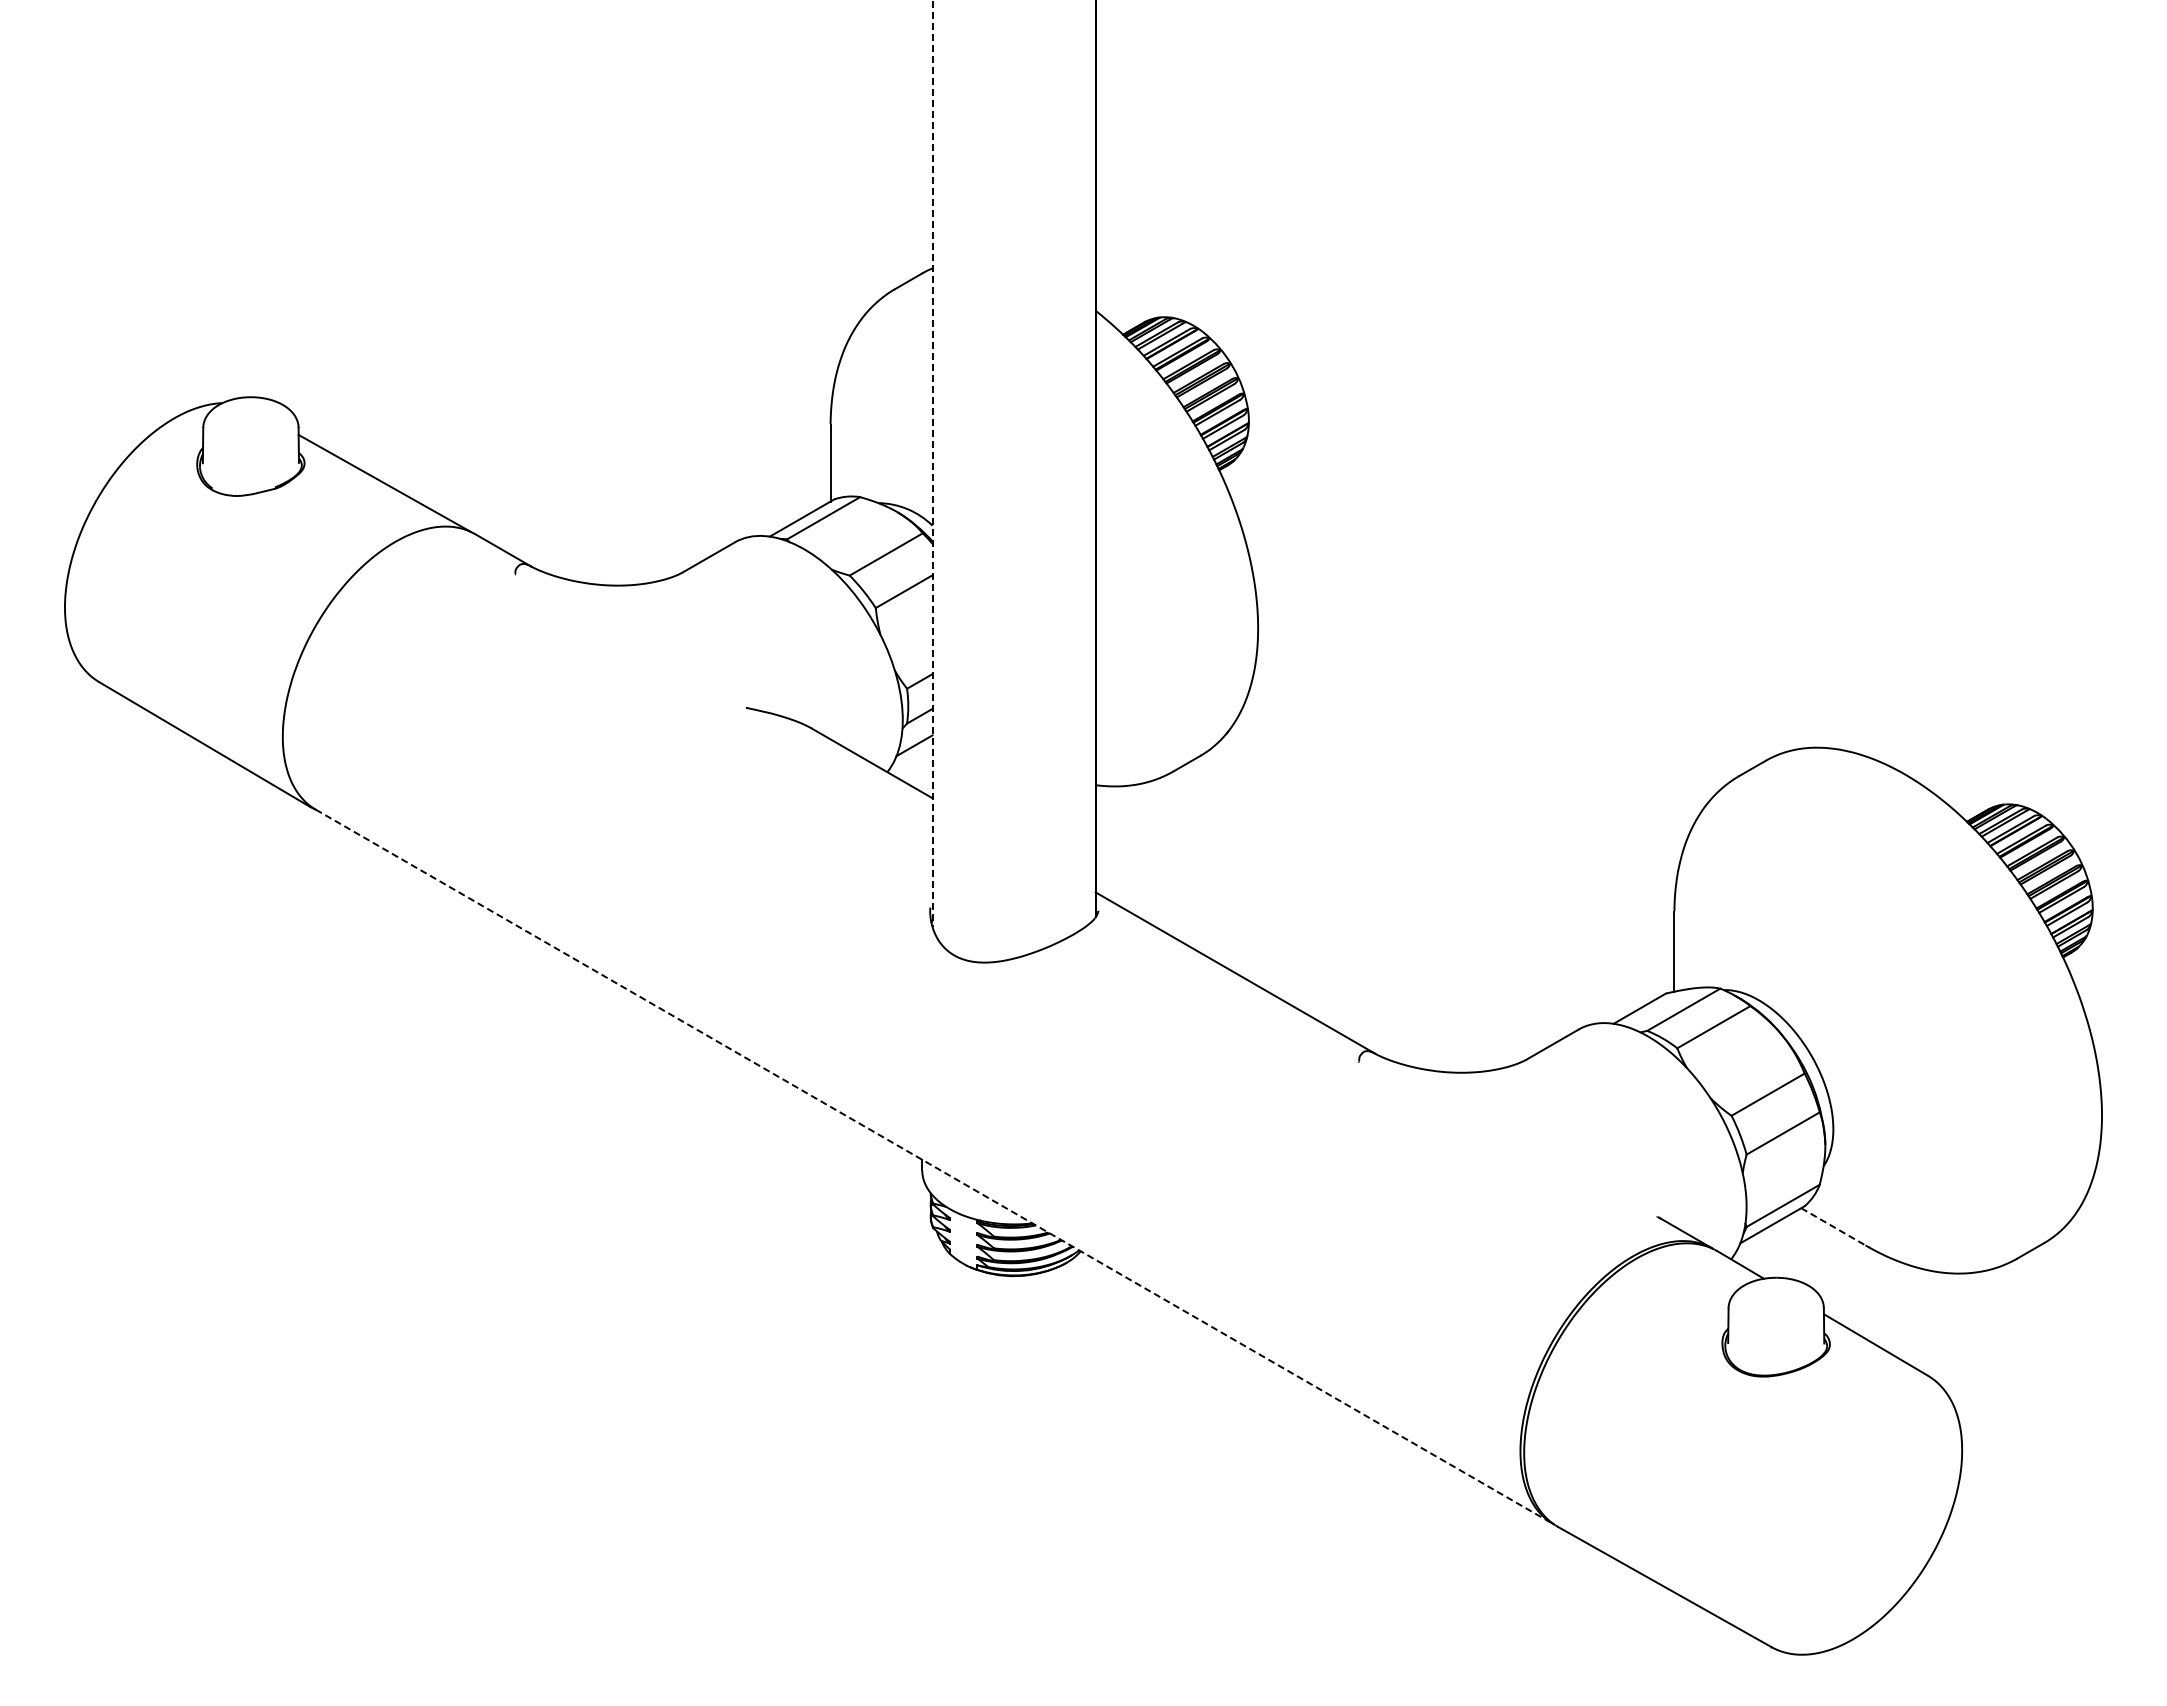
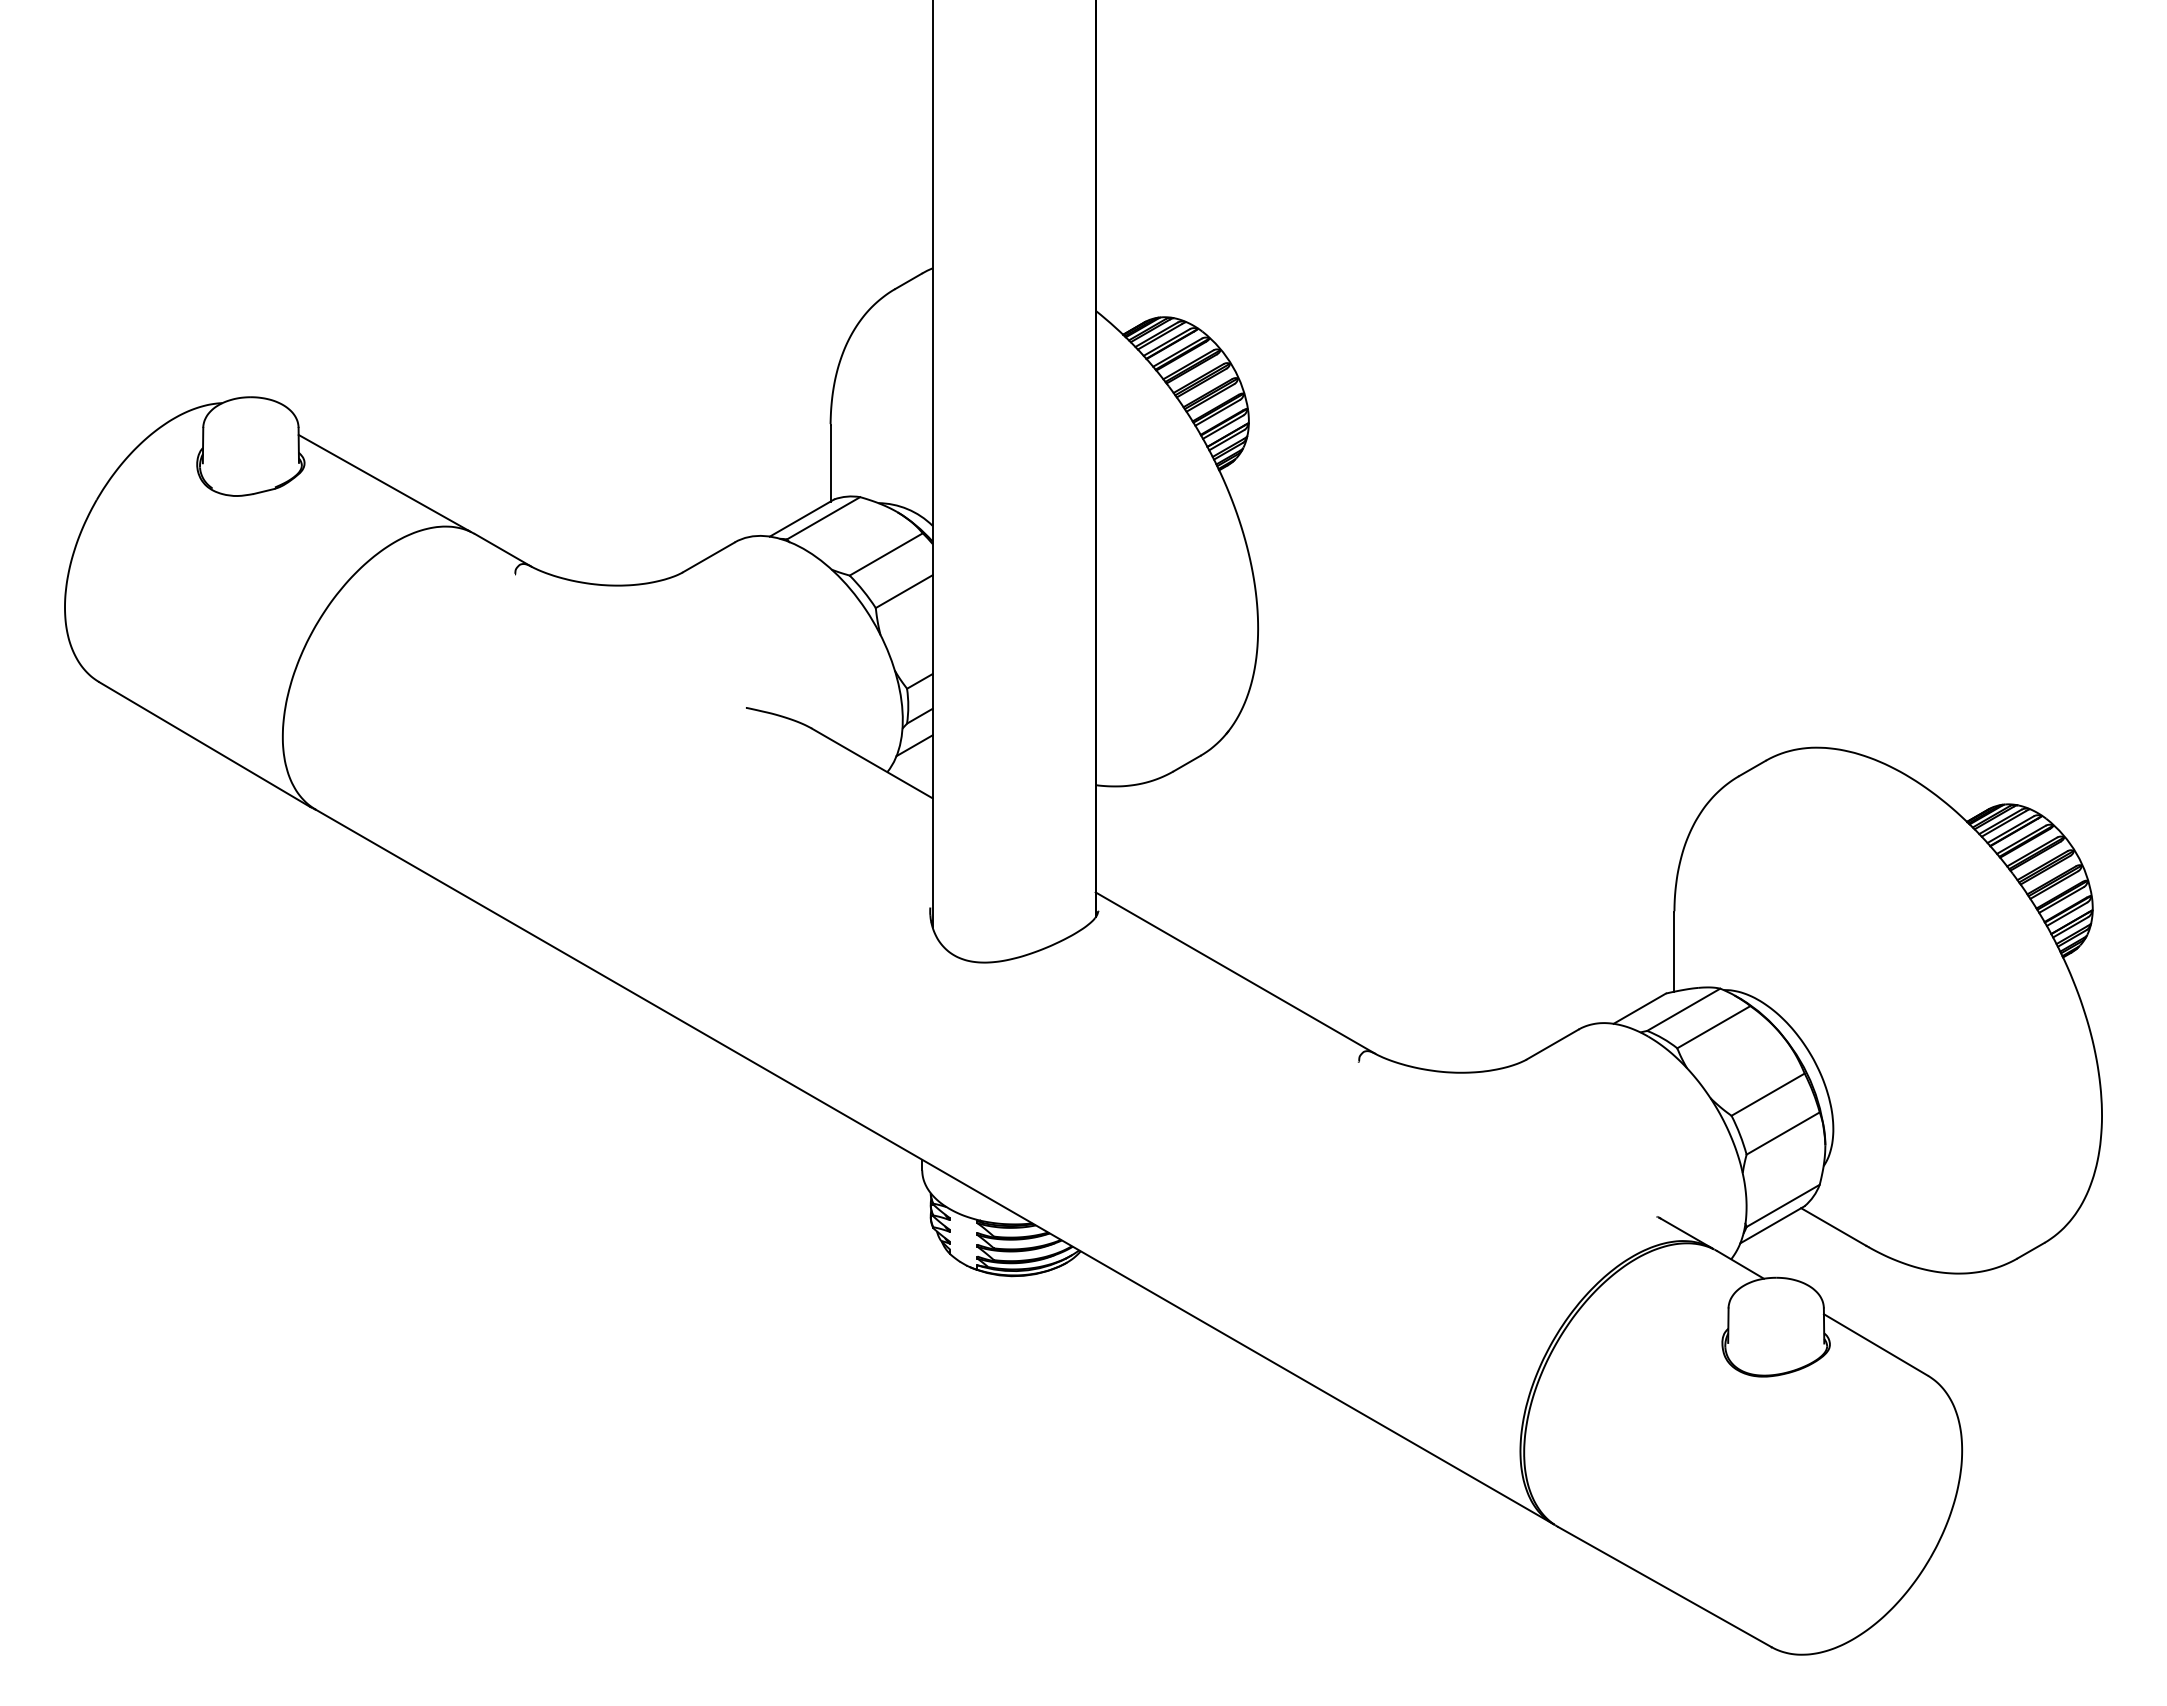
line at (932, 464): dashed -> solid
line at (934, 1166): dashed -> solid
line at (1833, 1227): dashed -> solid
